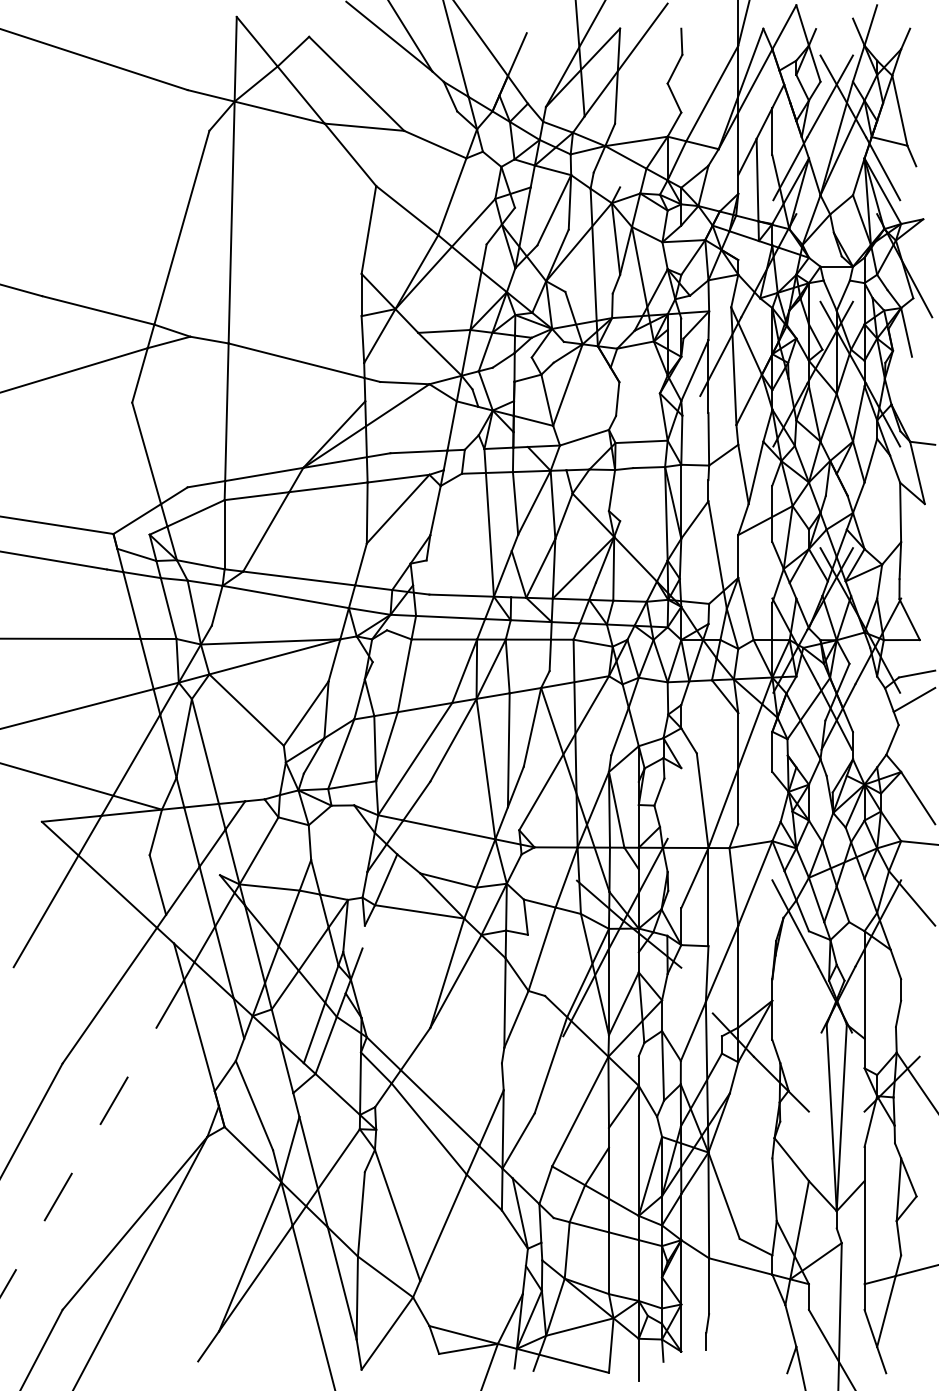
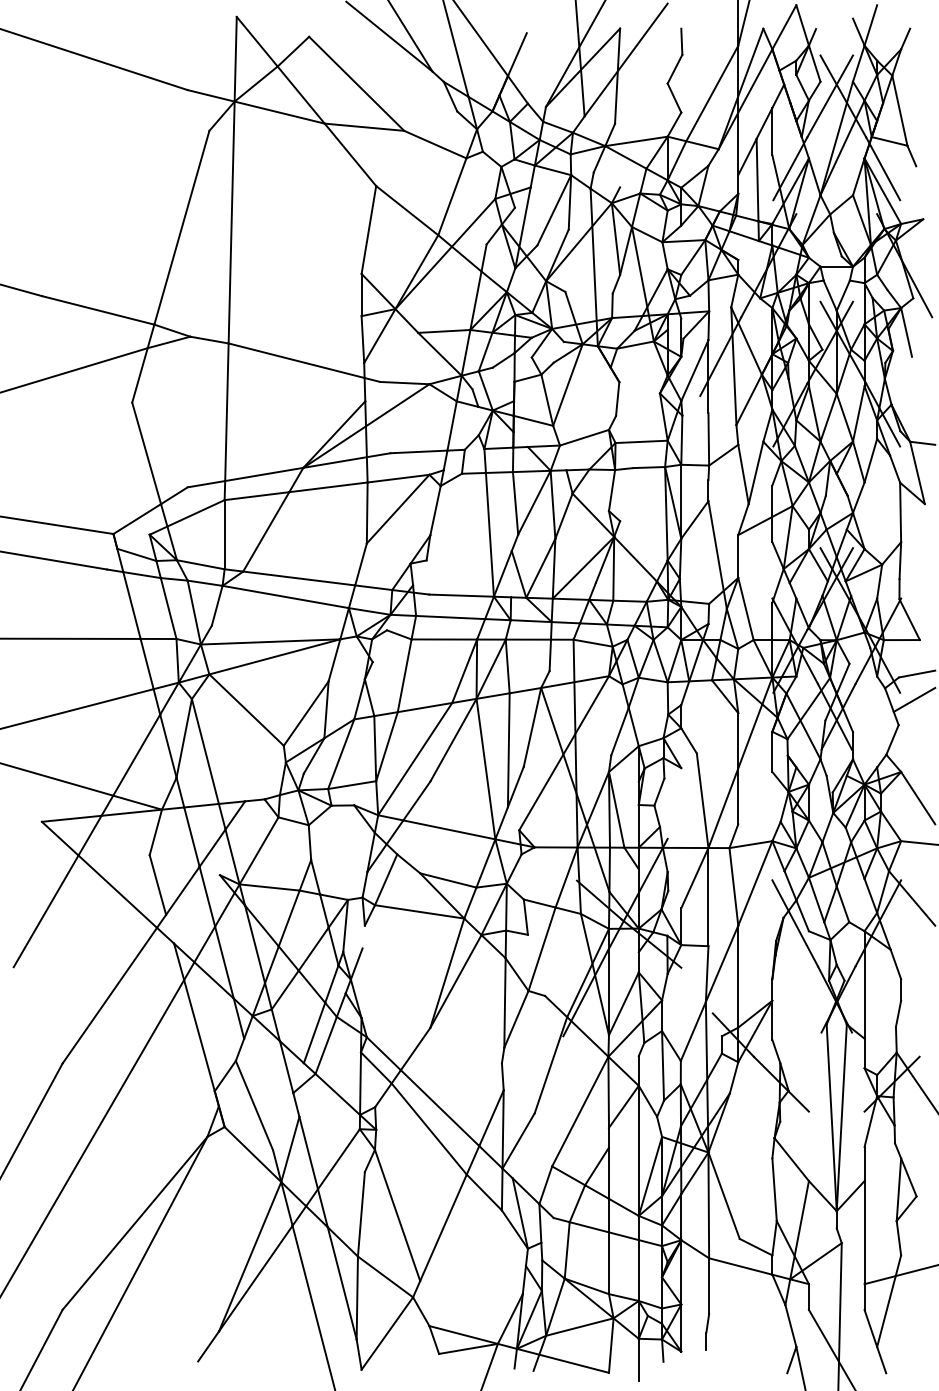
line at (92, 1138): dashed -> solid
